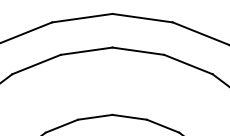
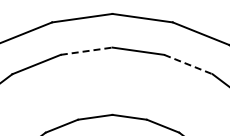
line at (87, 51): solid -> dashed
line at (188, 64): solid -> dashed
